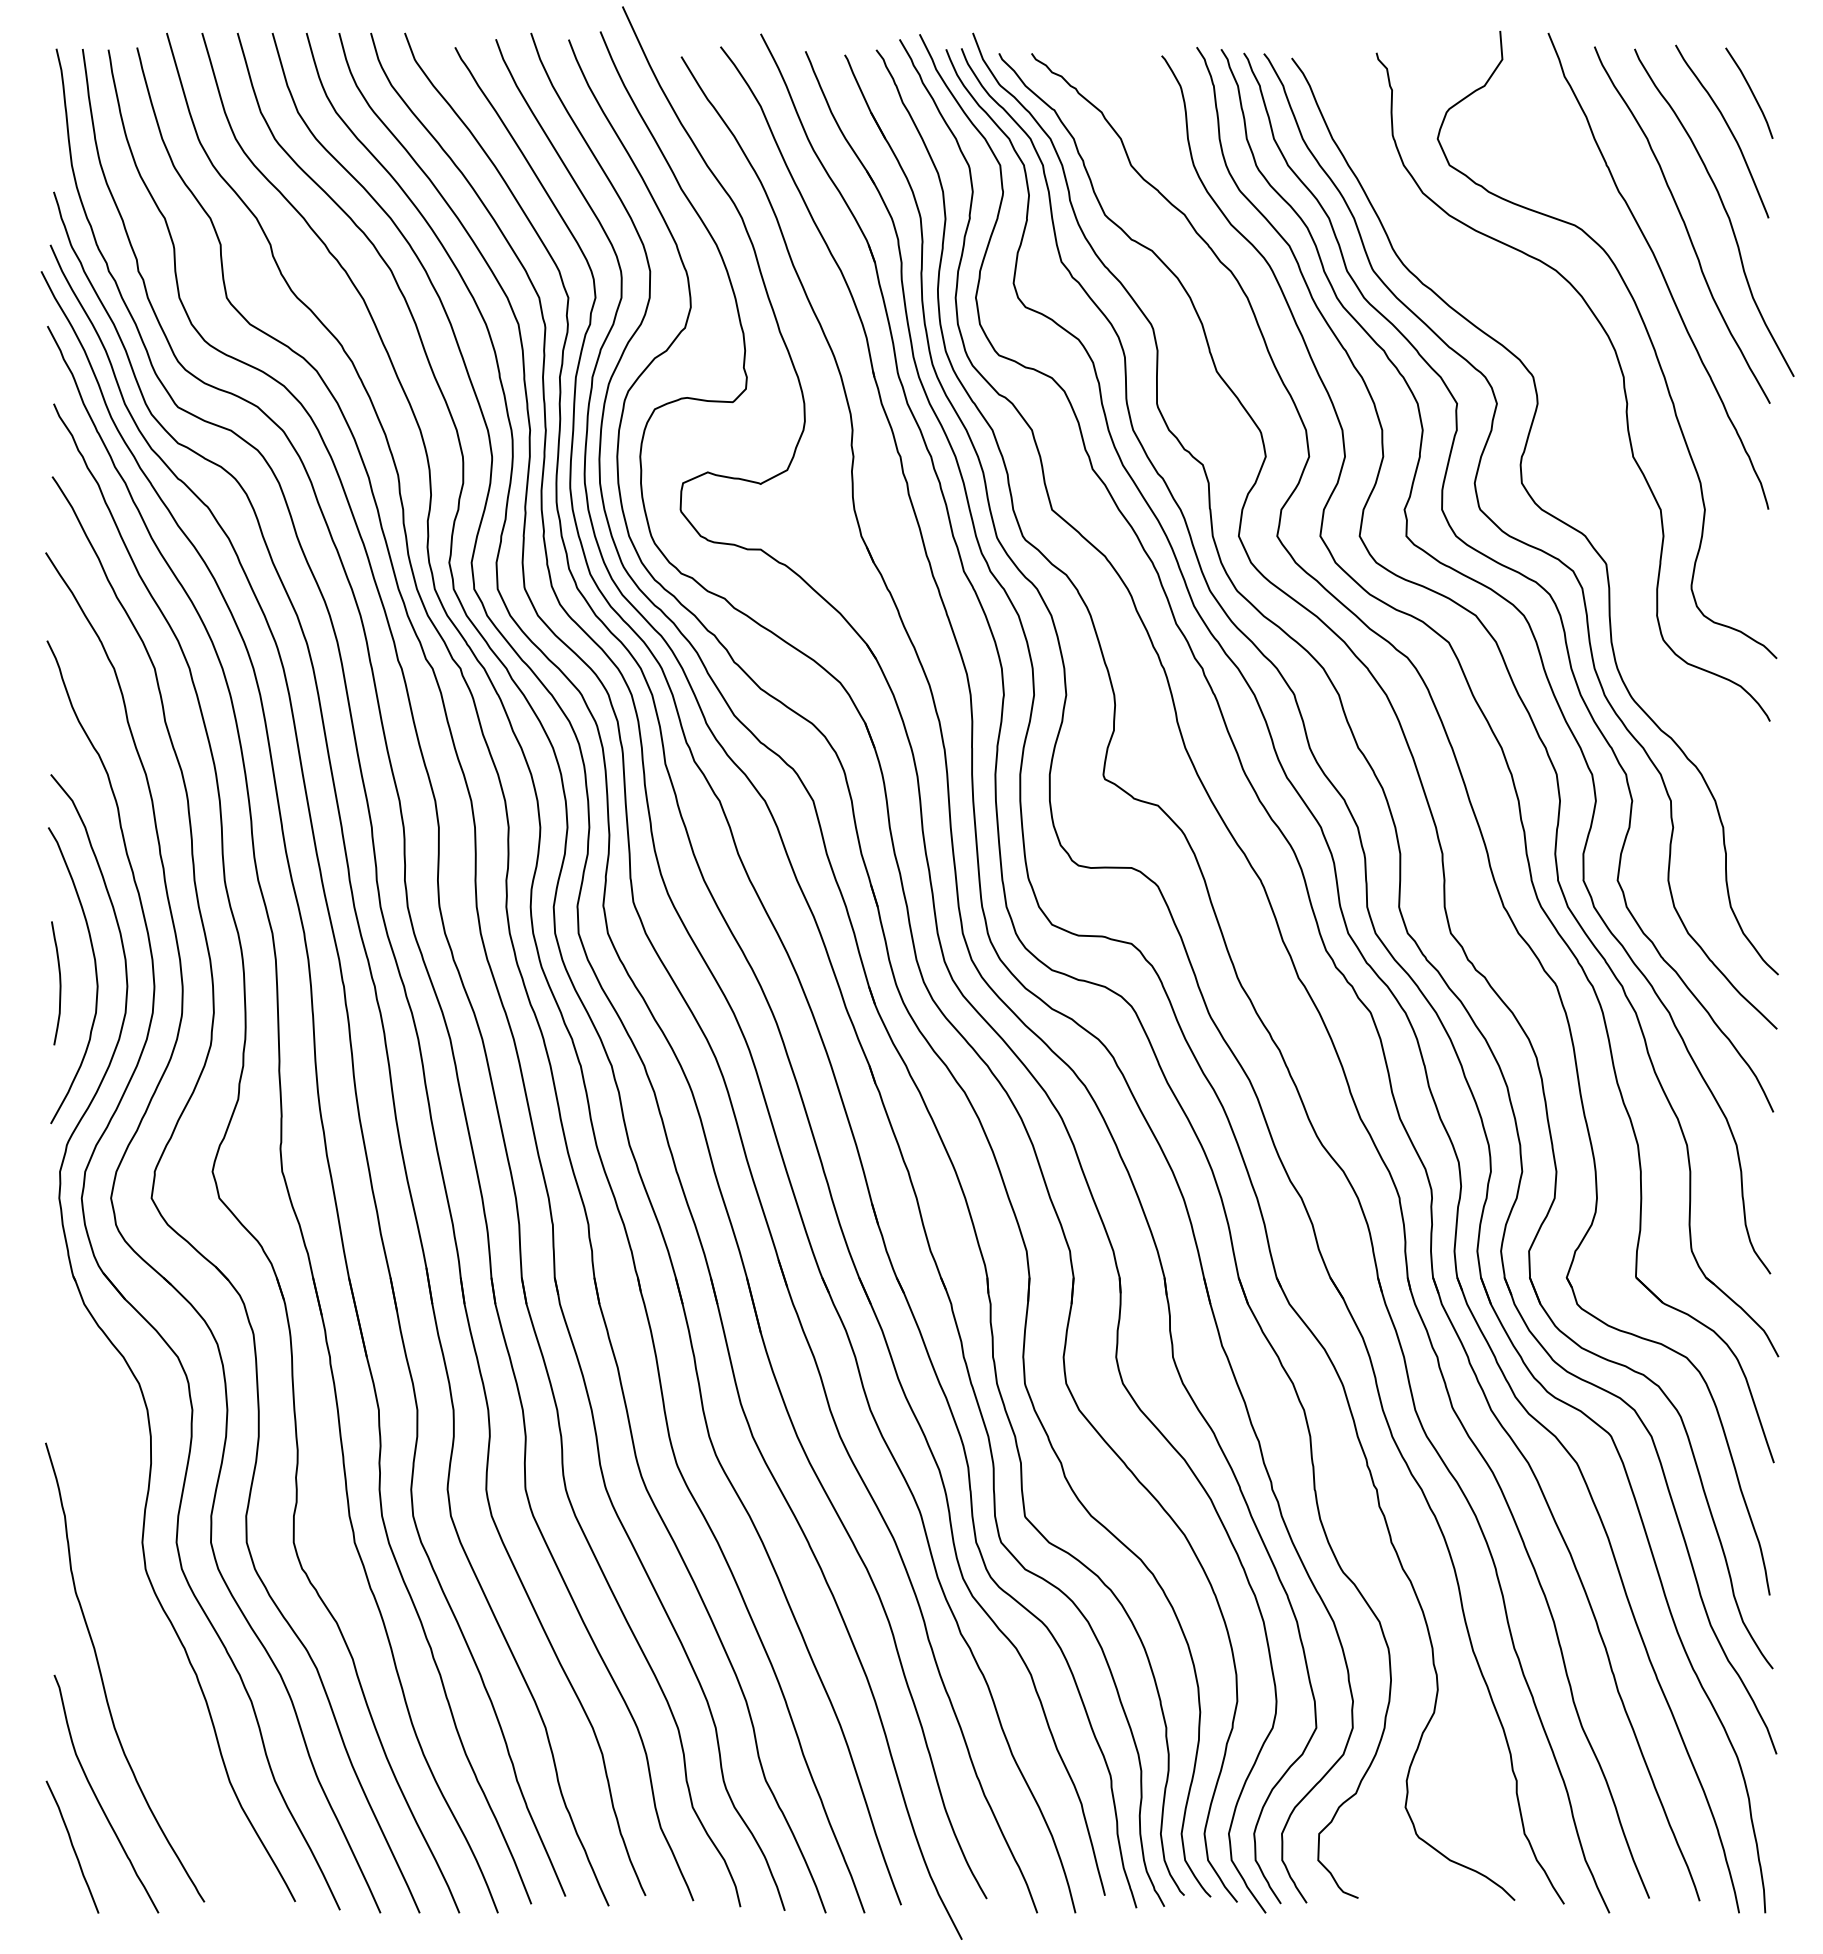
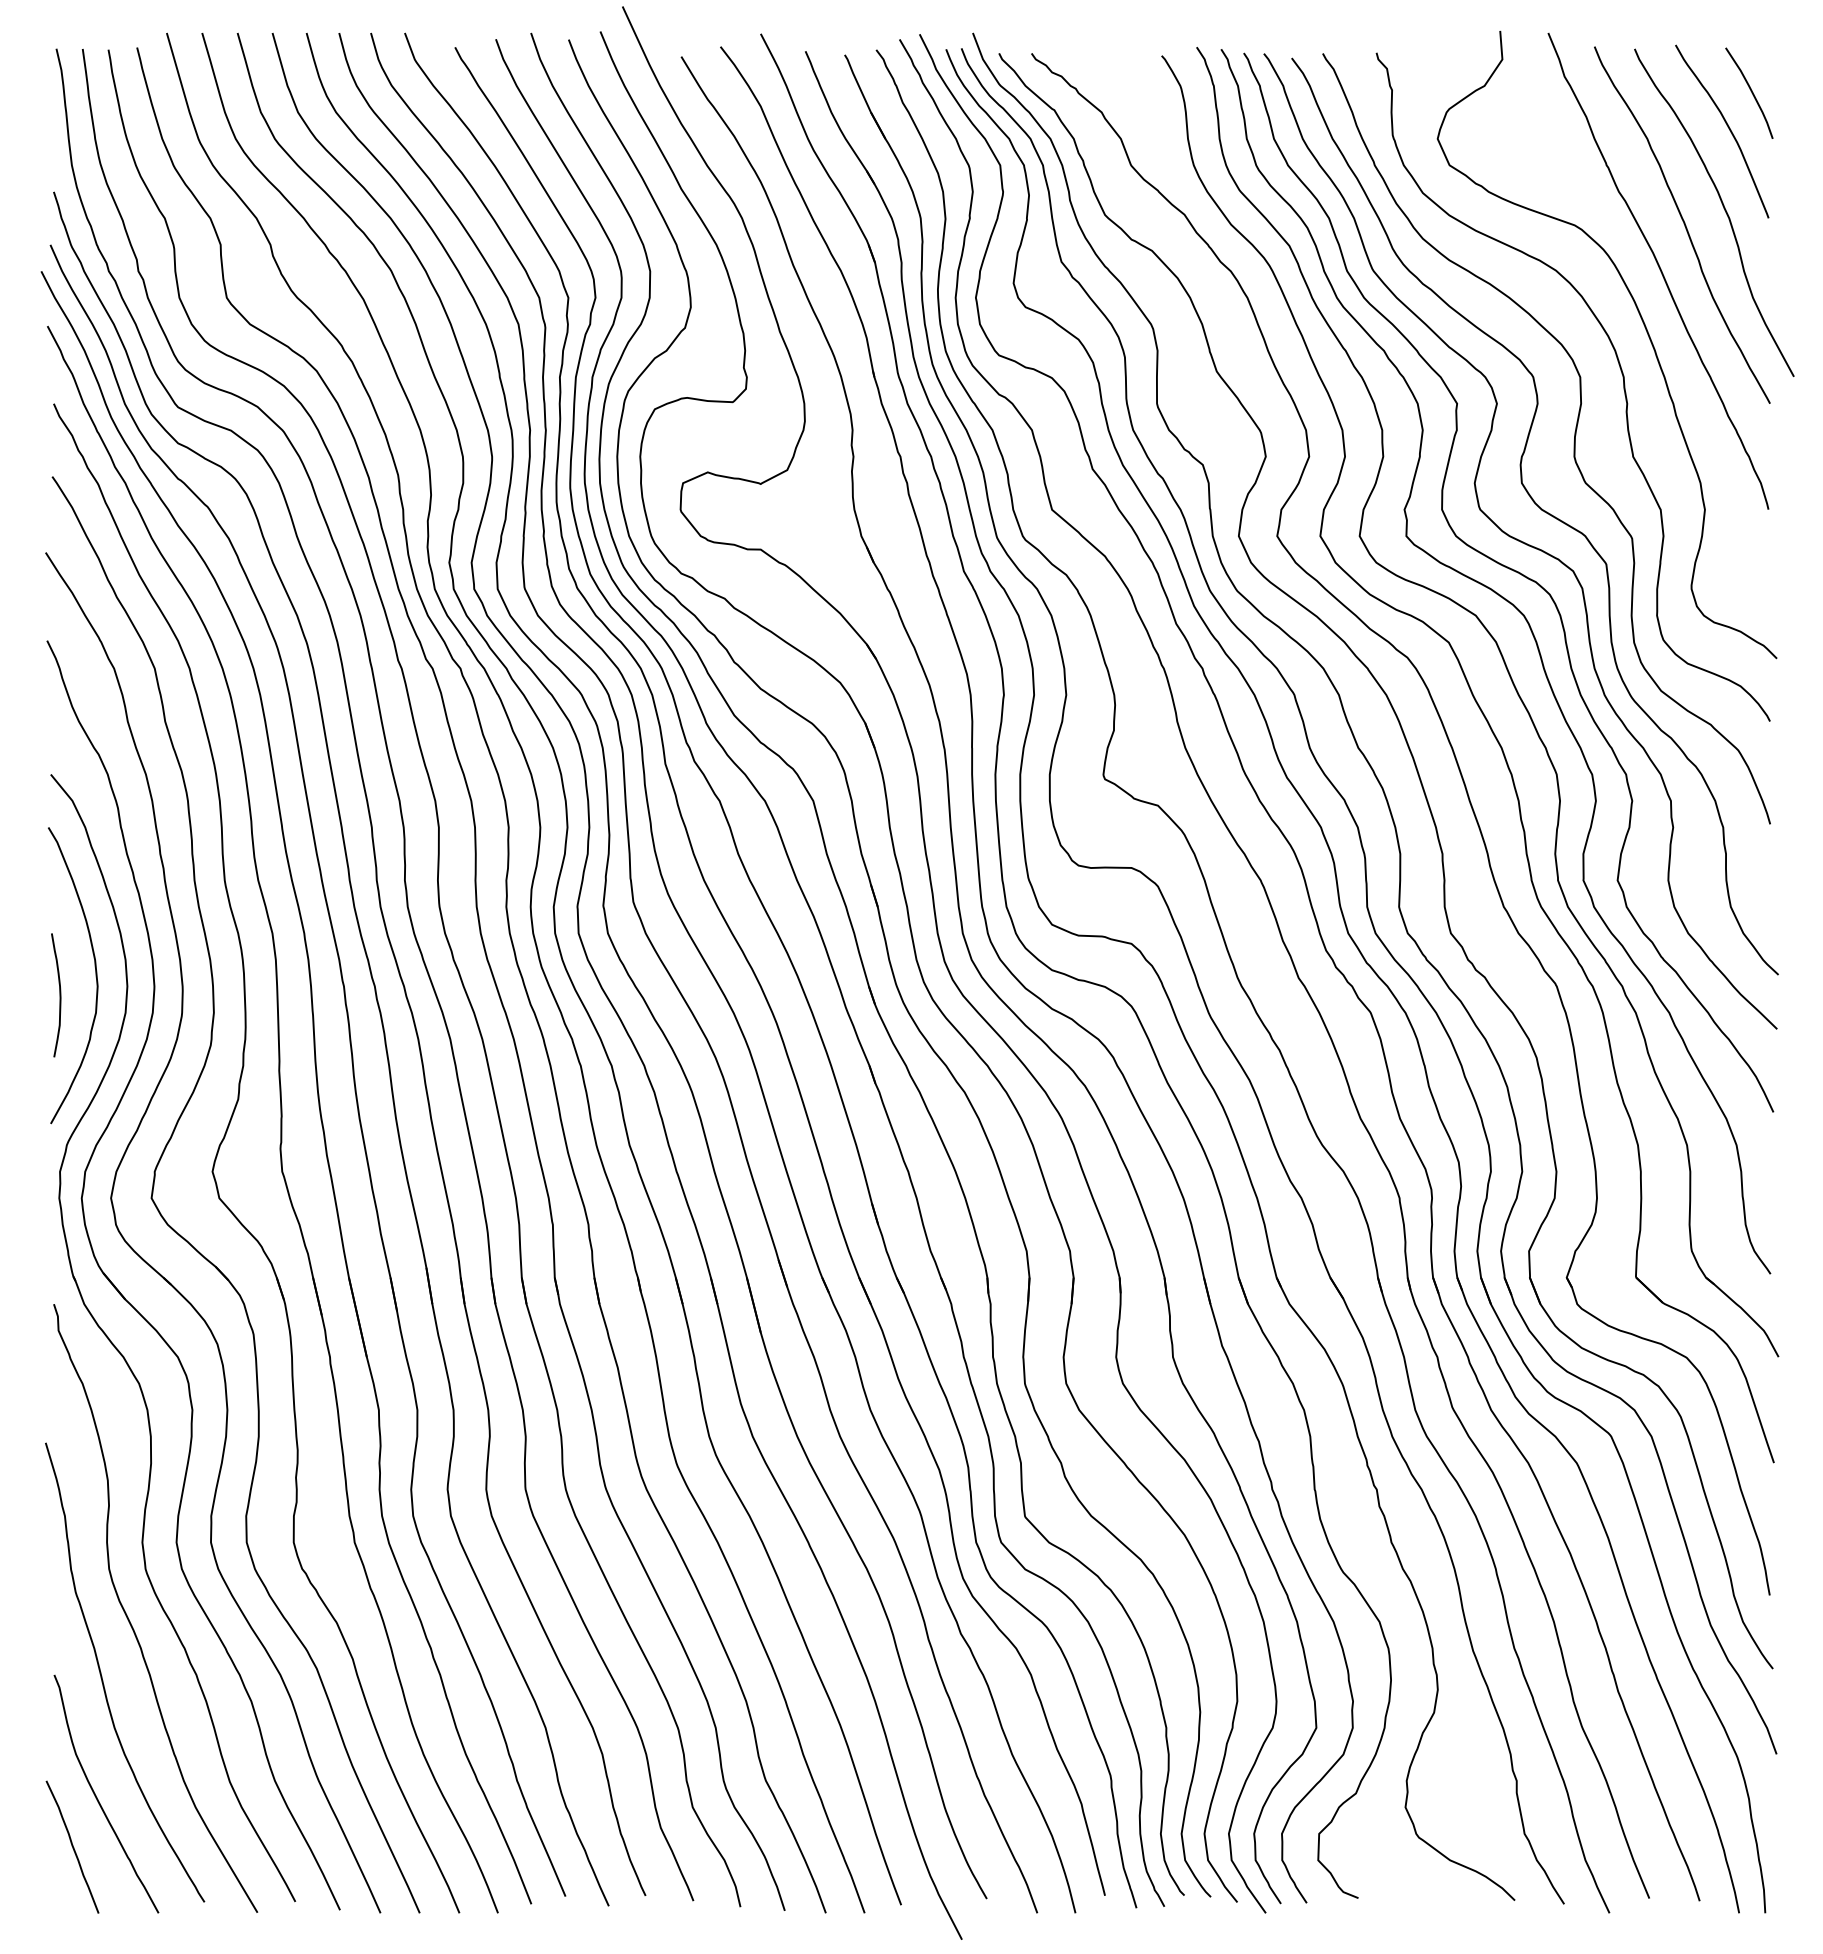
curve at (1573, 442): none -> present
curve at (59, 983) position: (59, 983) -> (59, 995)
curve at (130, 1621): none -> present
